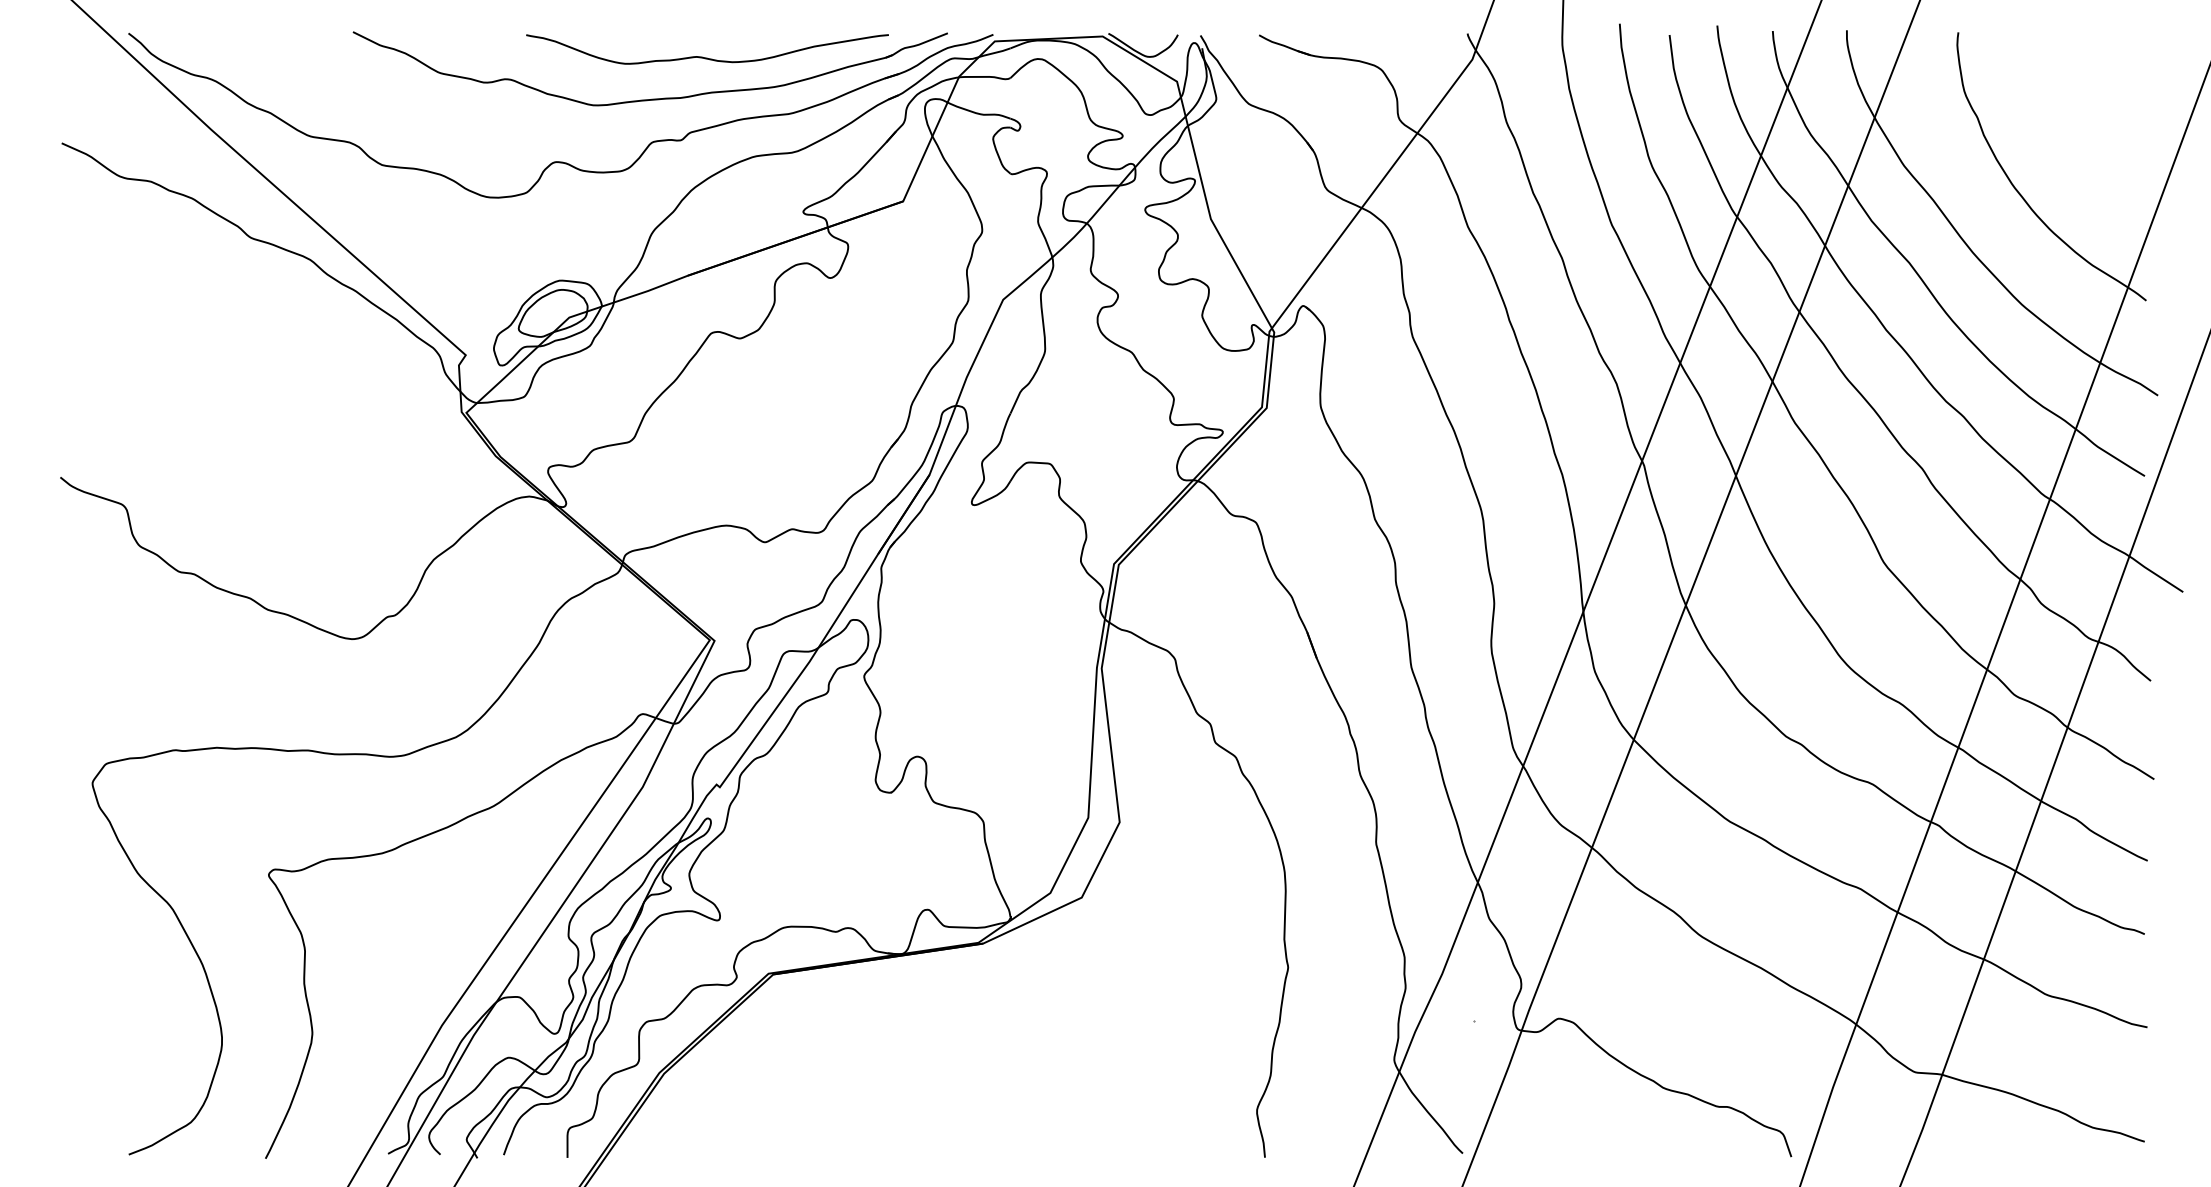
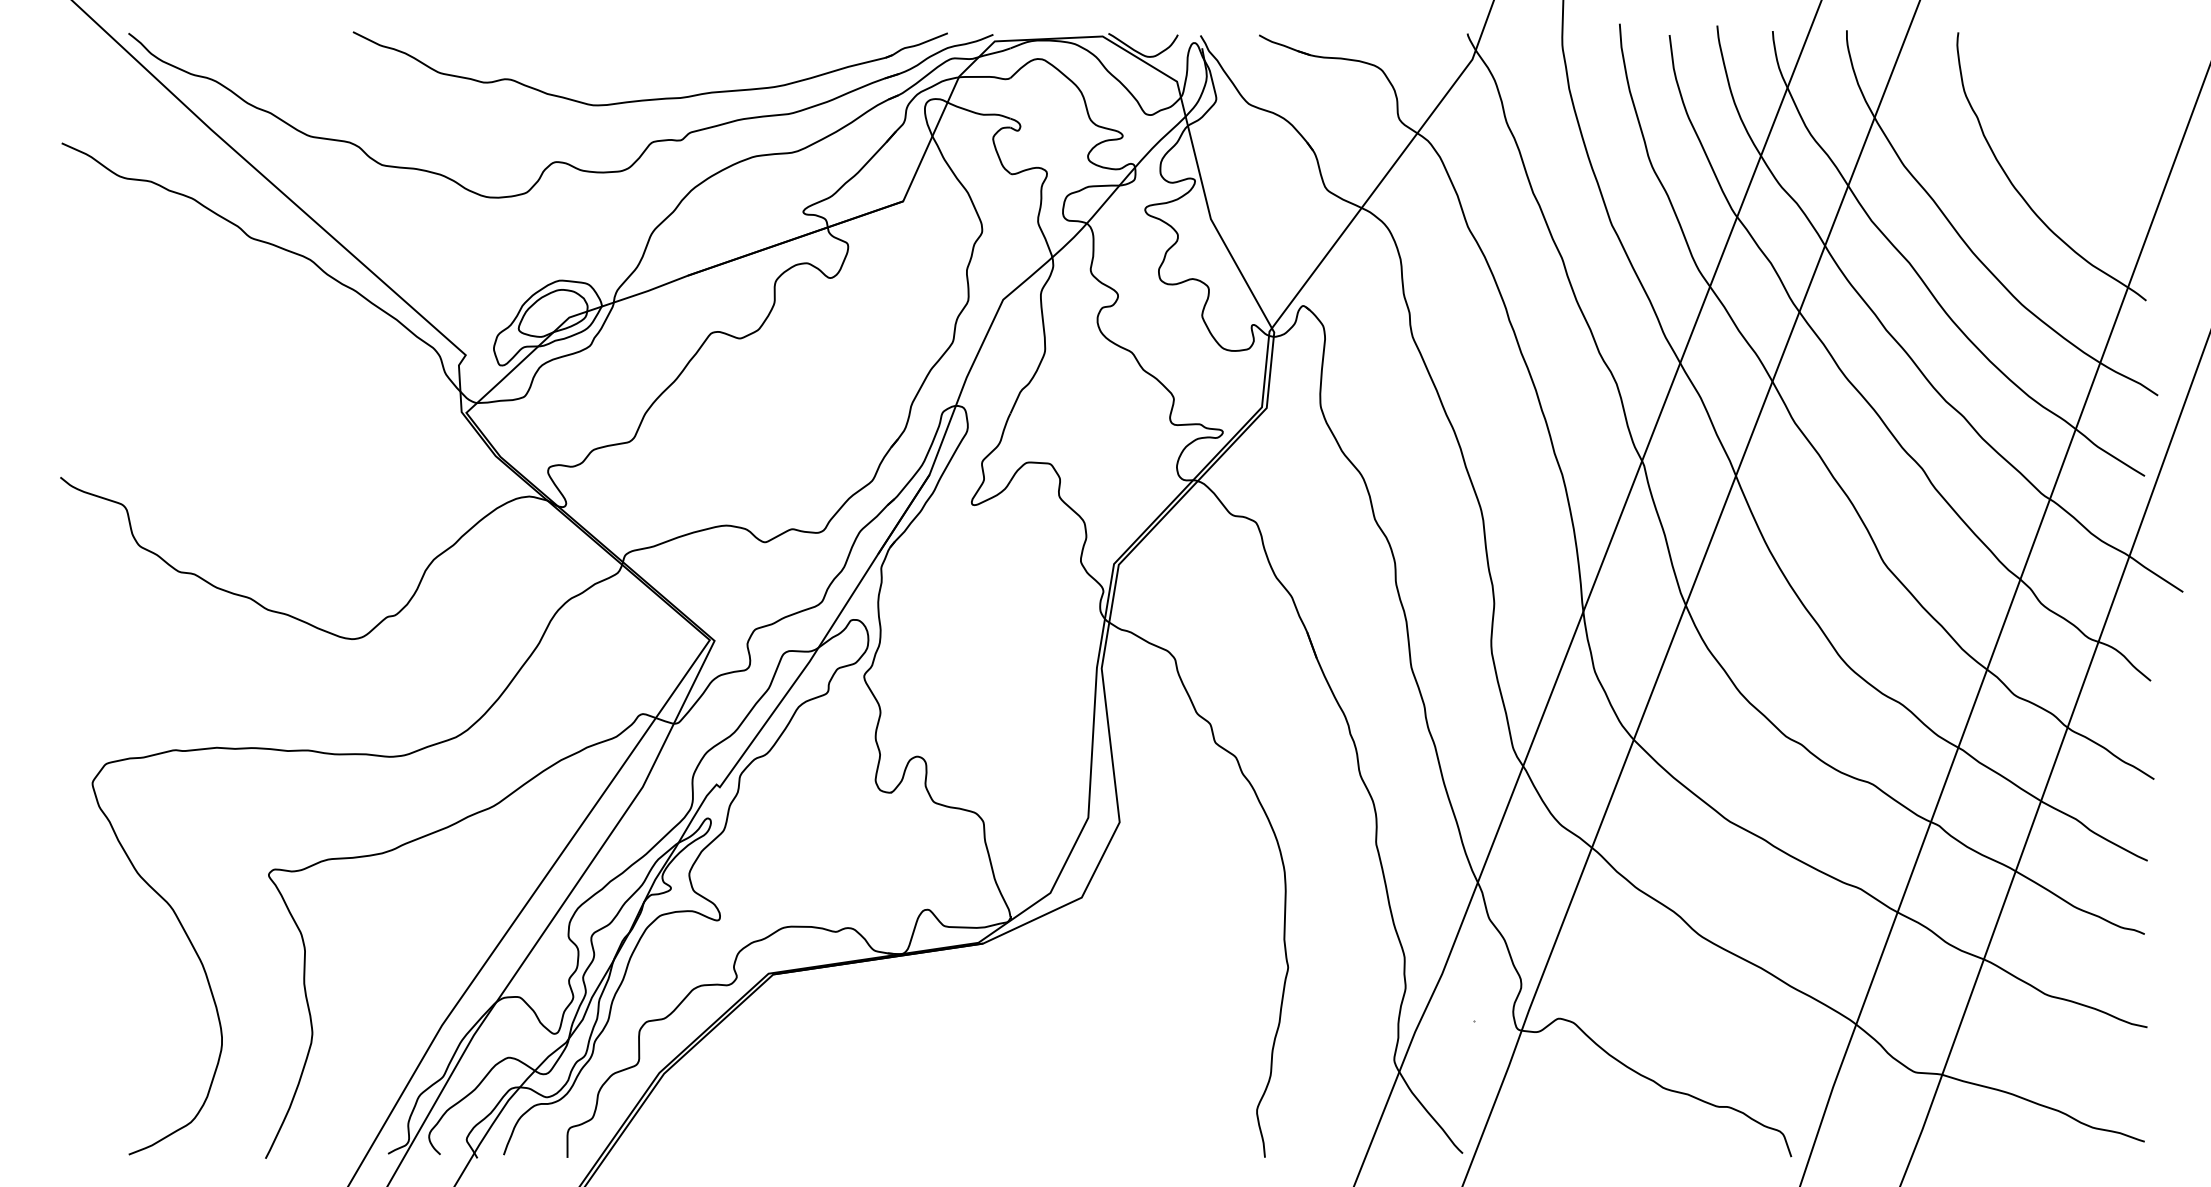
curve at (707, 57): present -> none
